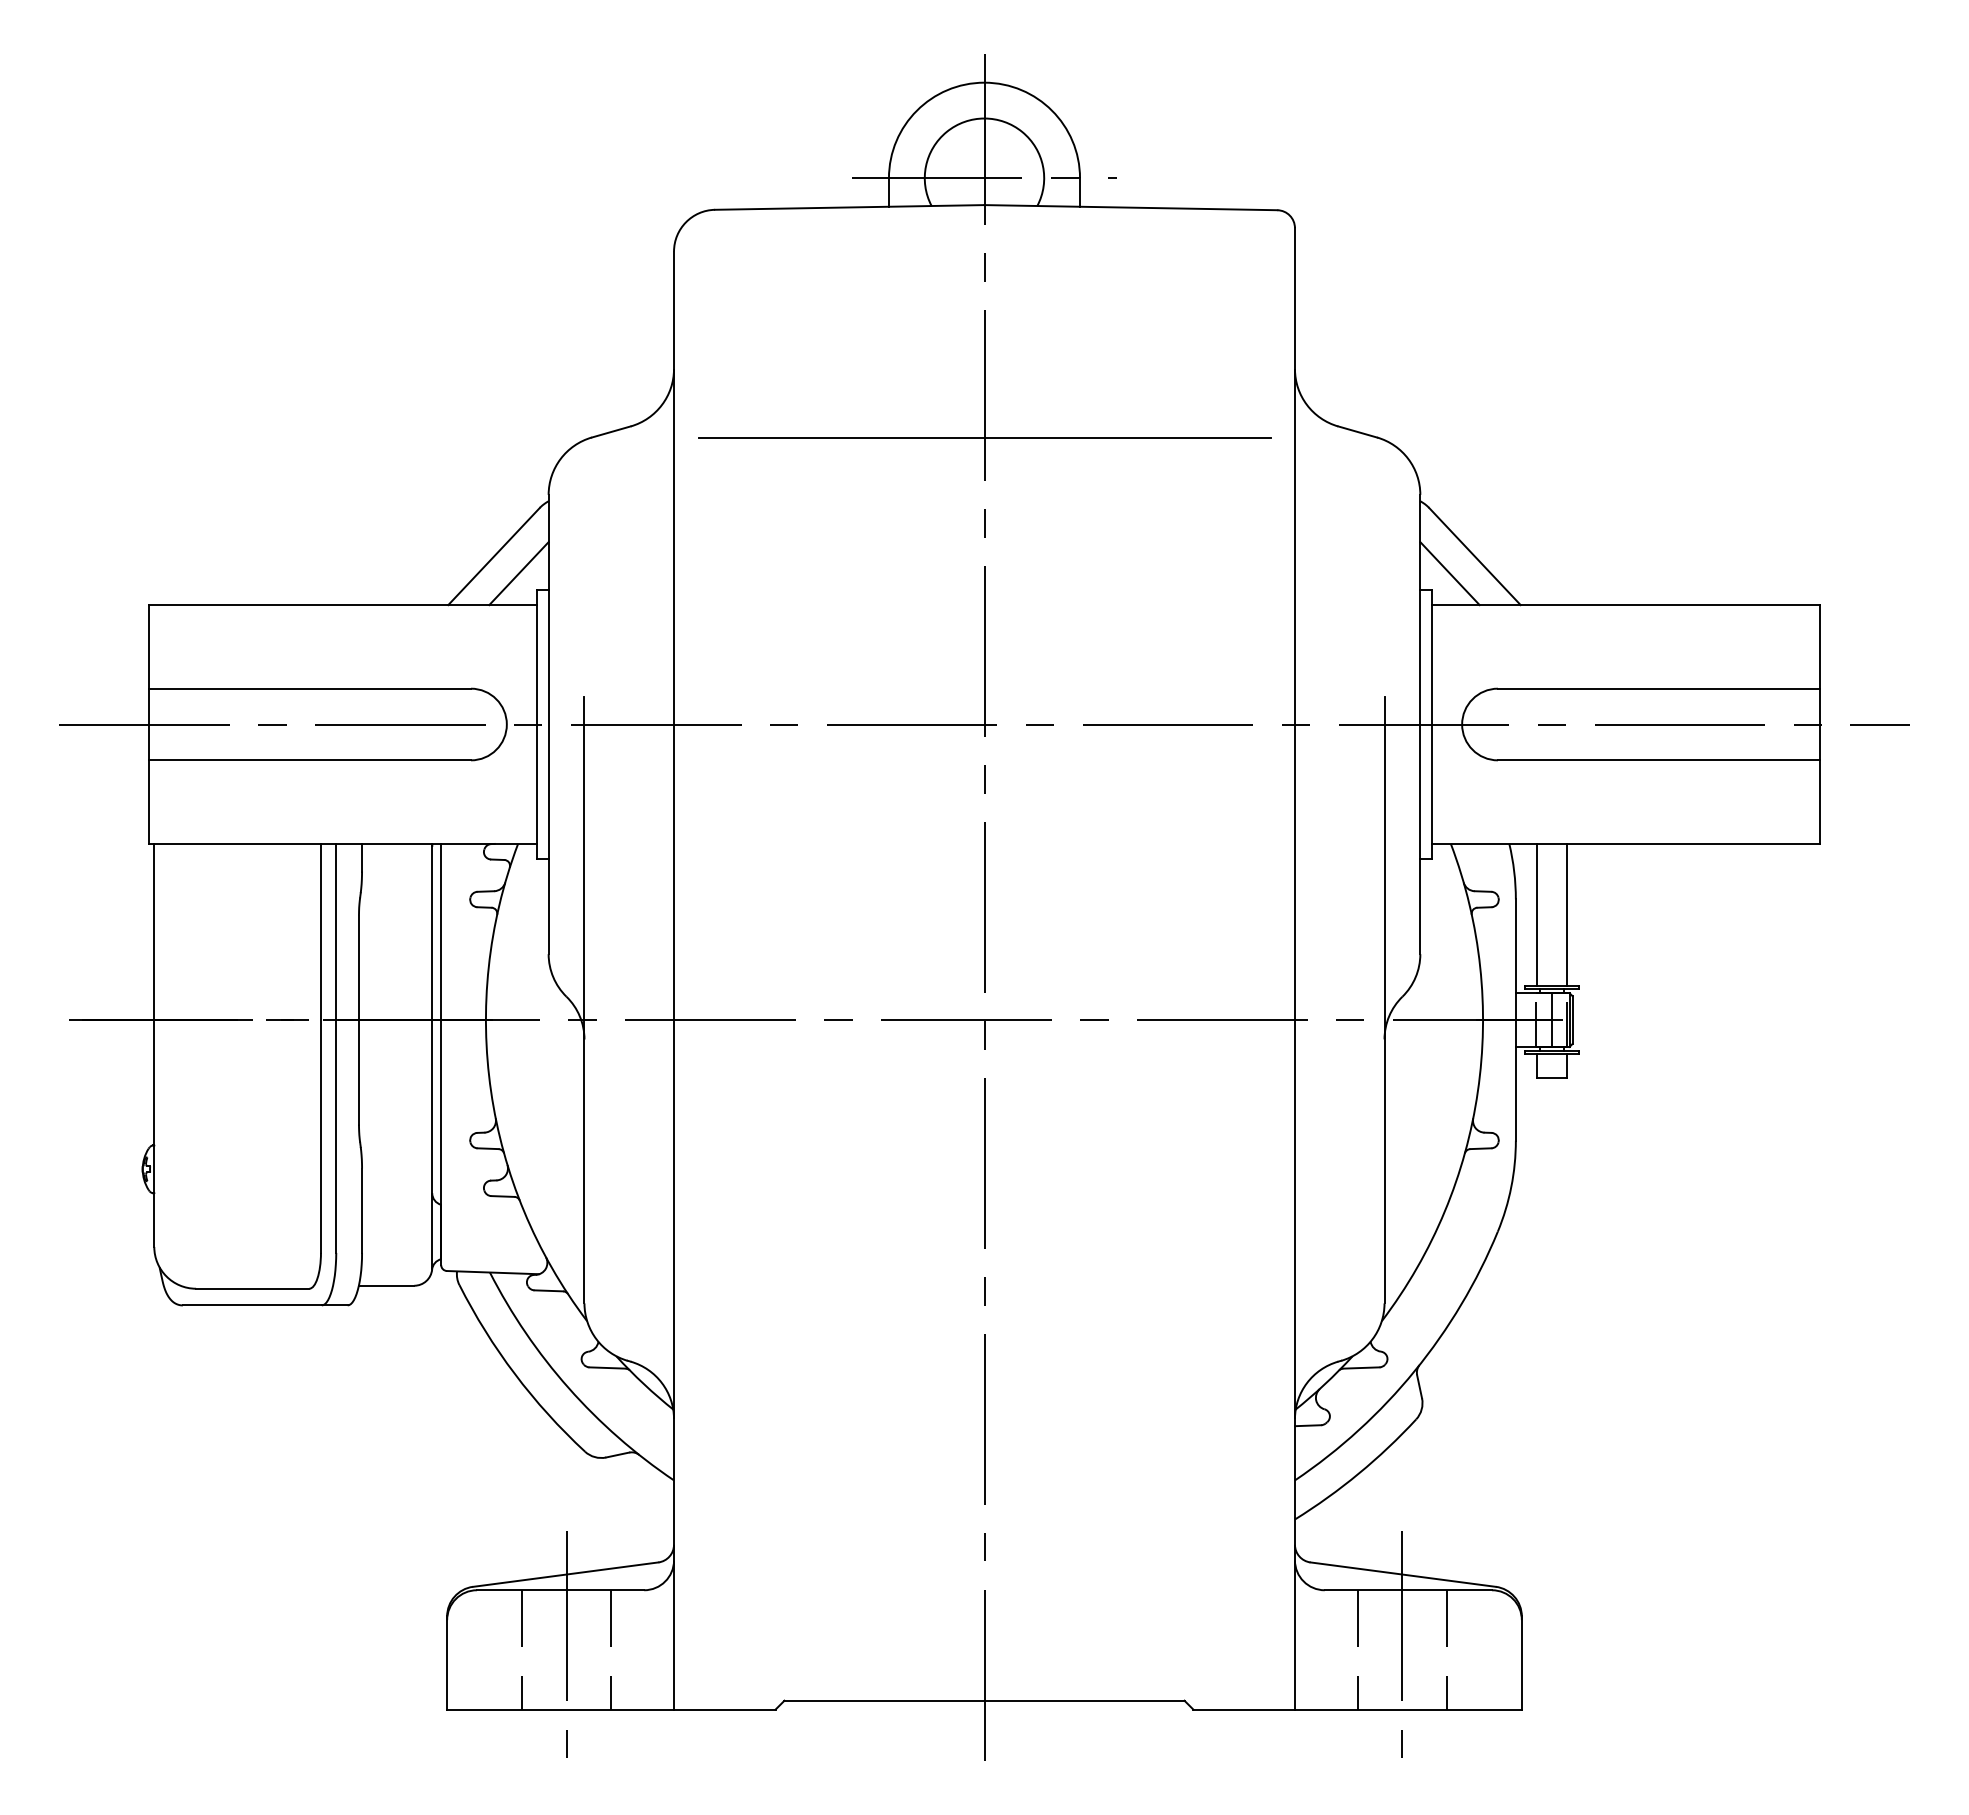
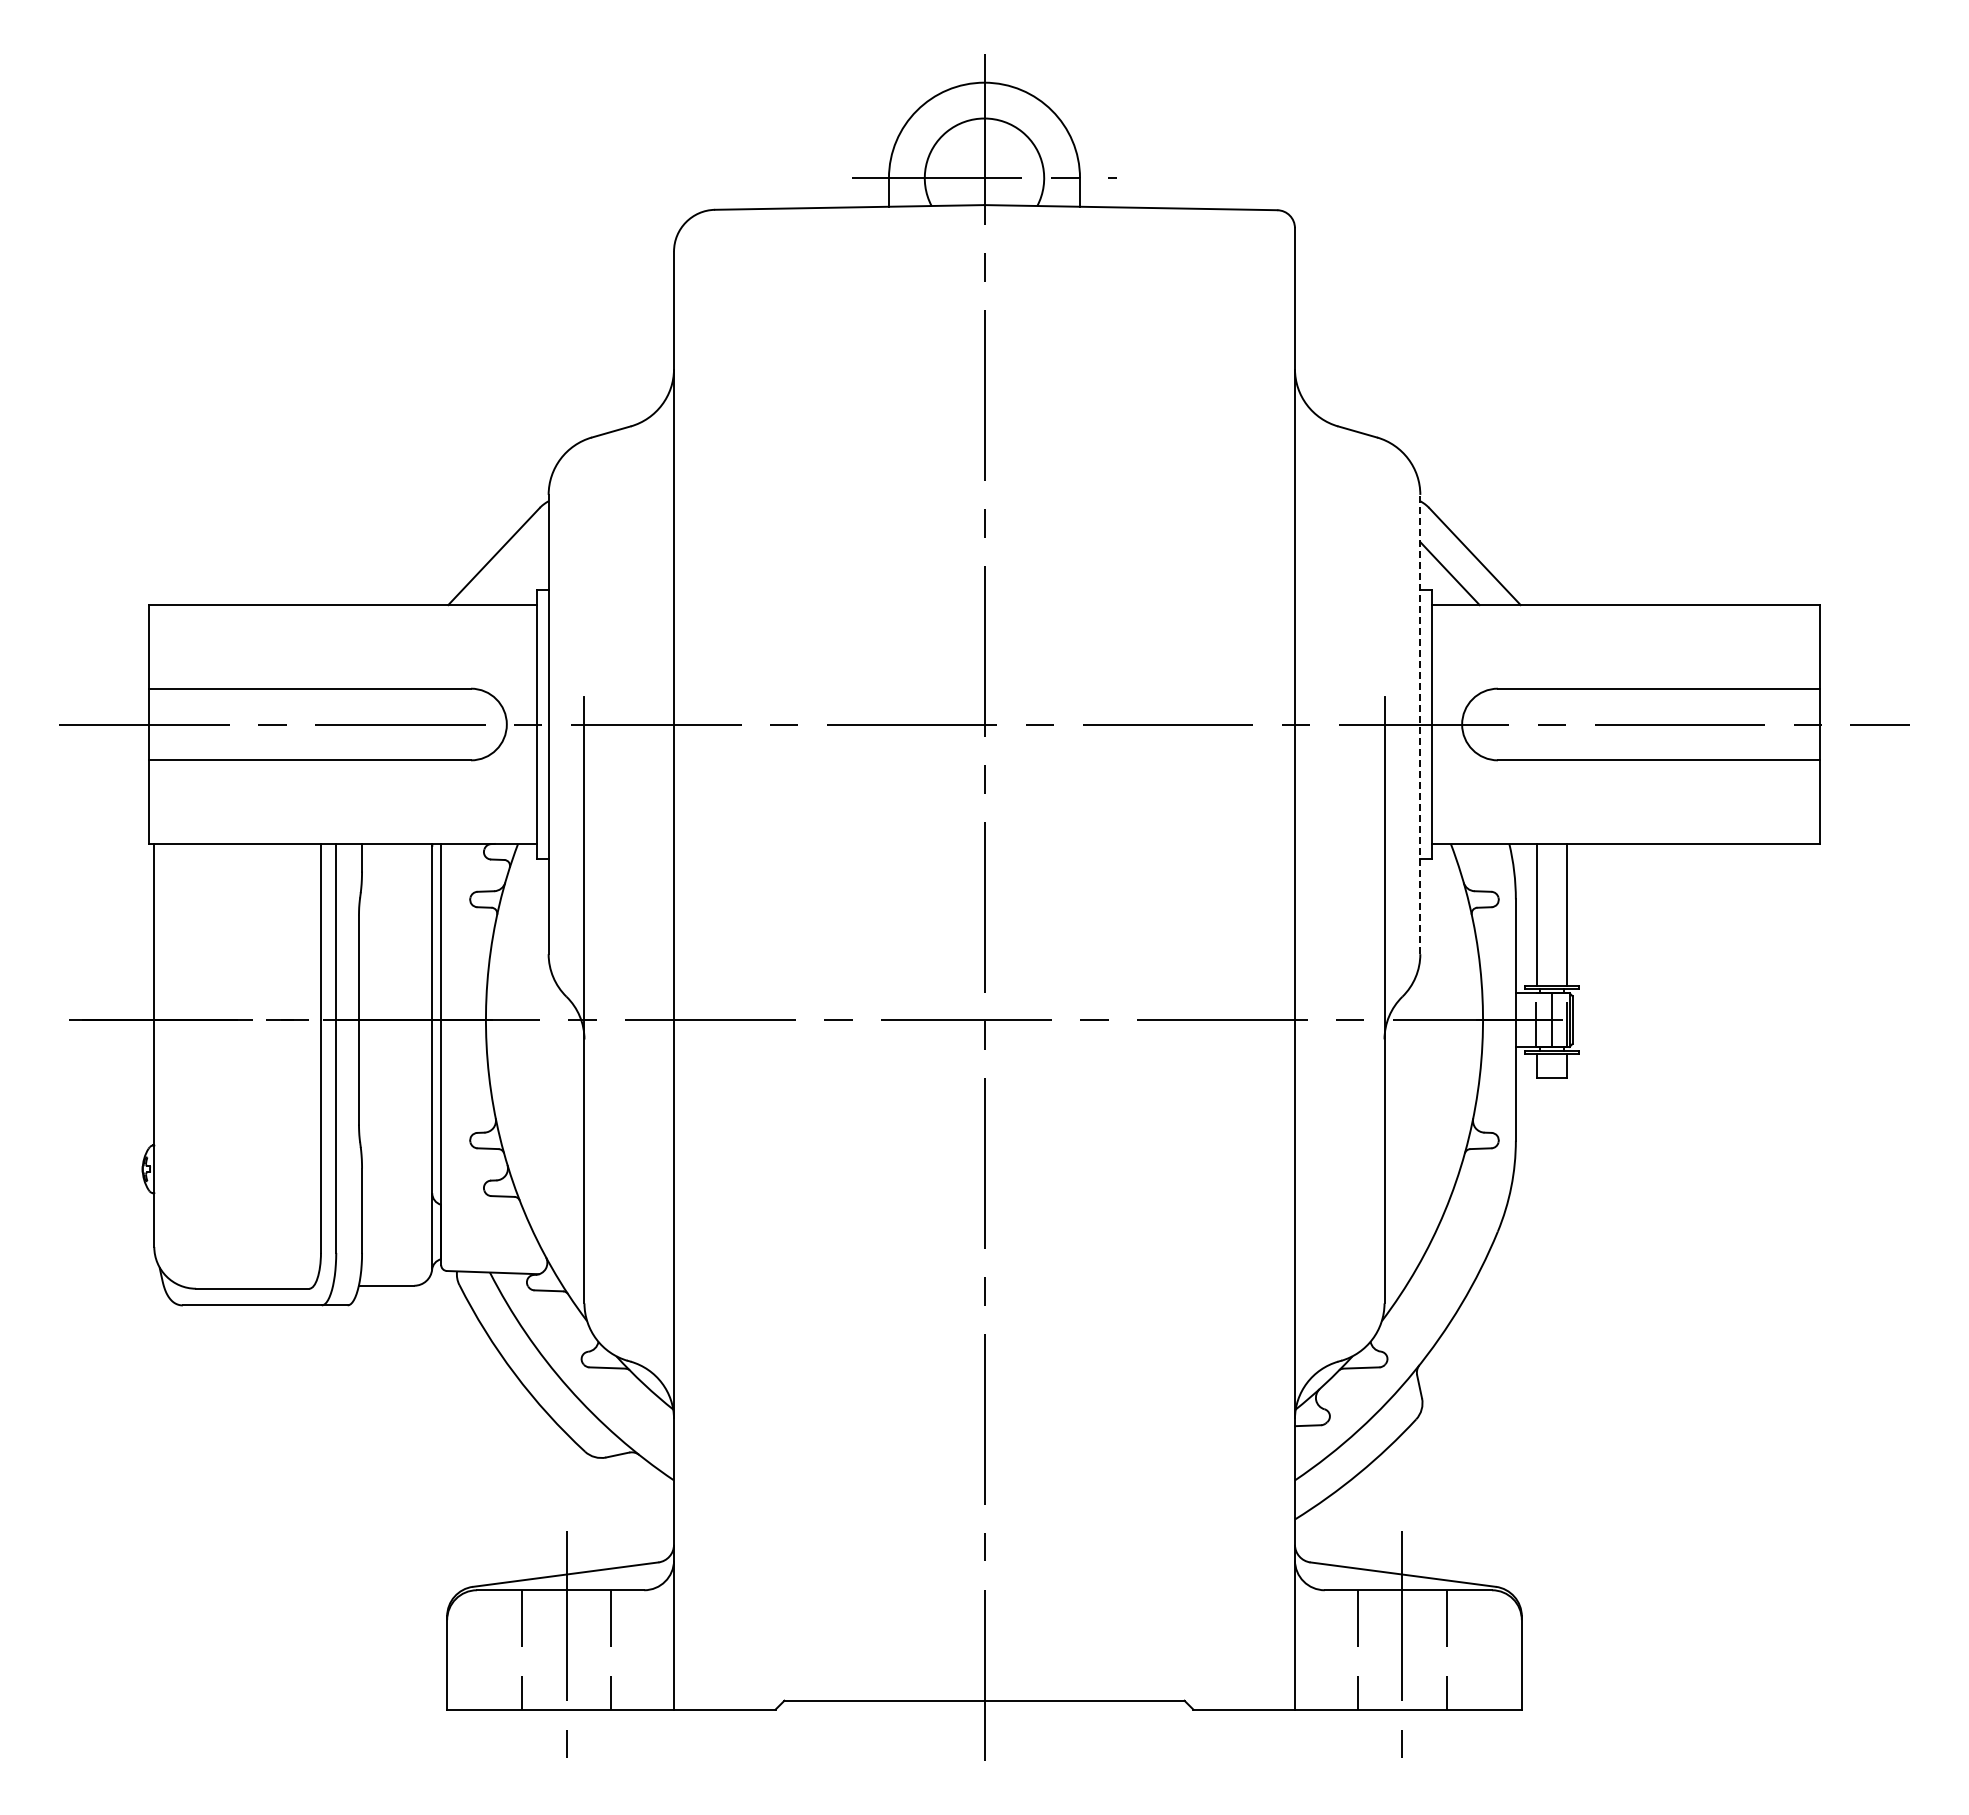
line at (984, 437): present -> none
line at (518, 573): present -> none
line at (1420, 724): solid -> dashed
